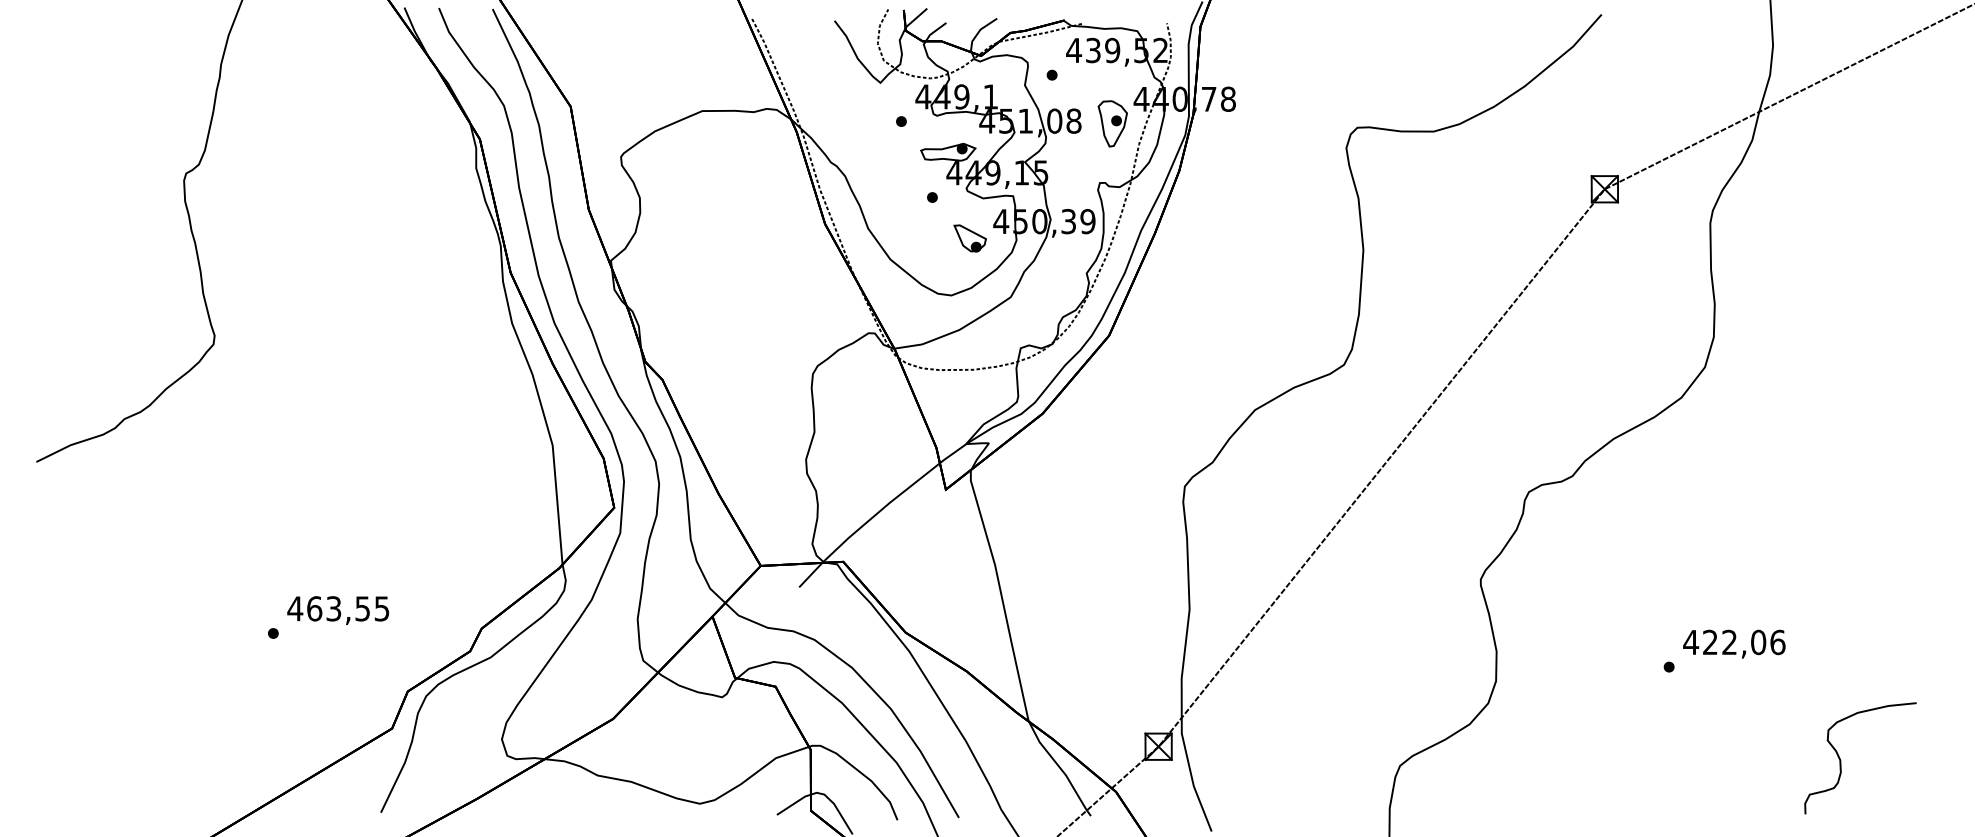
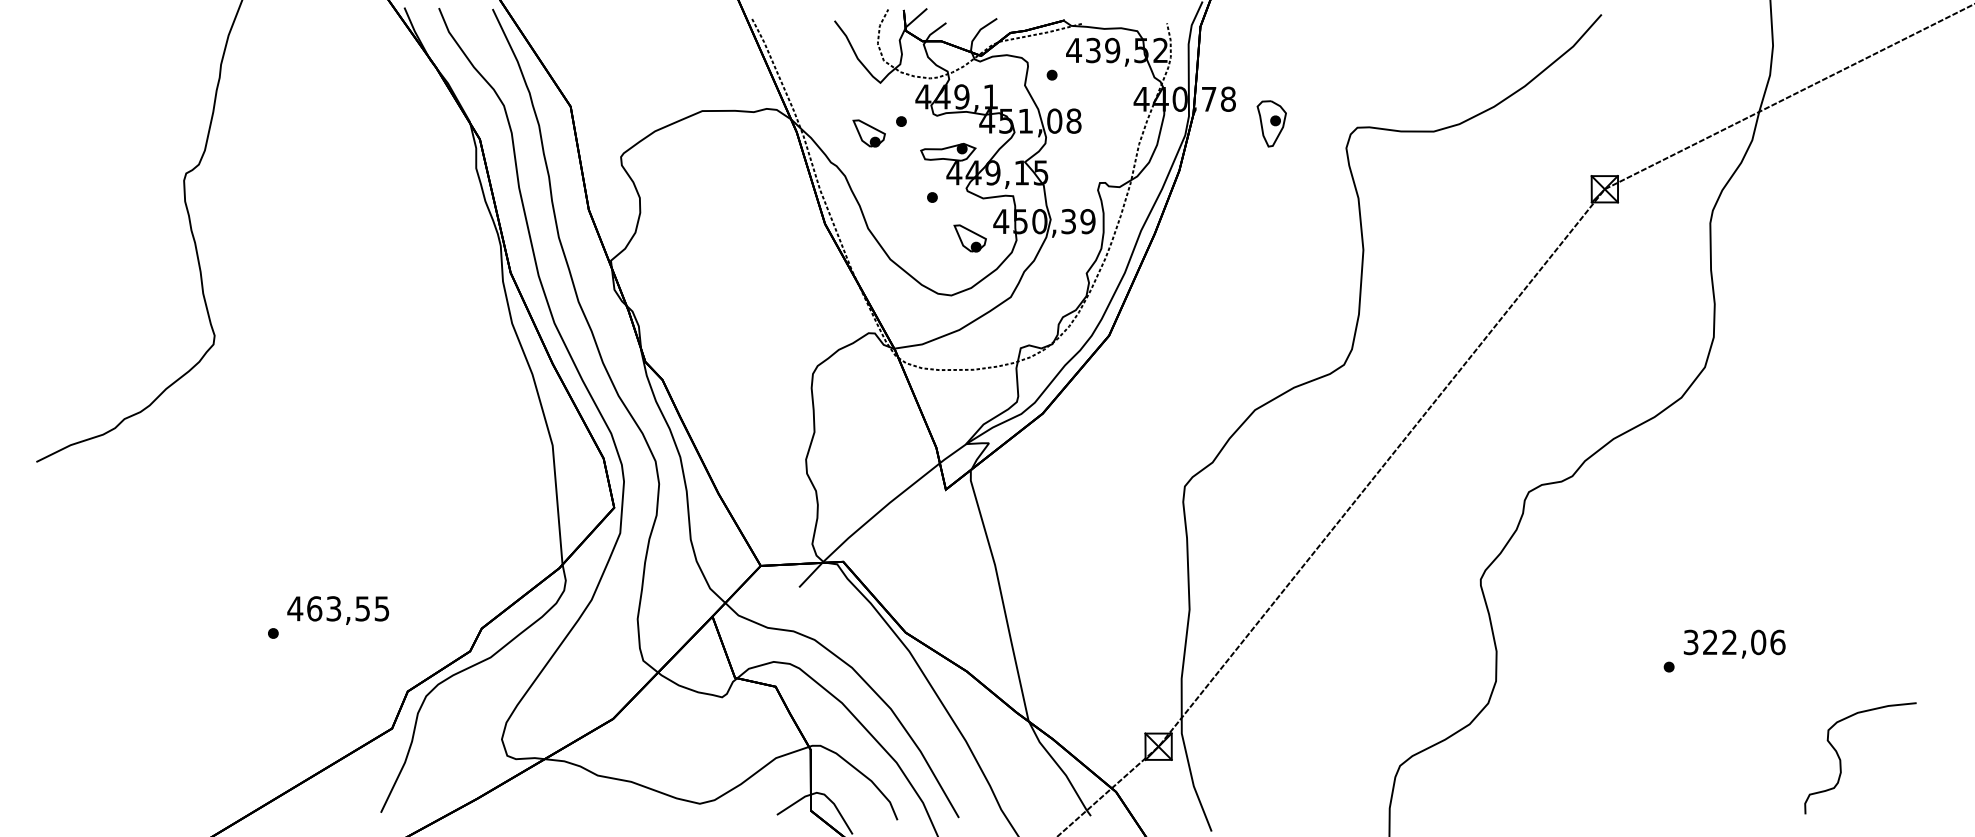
part at (1112, 123) position: (1112, 123) -> (1271, 123)
part at (868, 133): none -> present
text at (1691, 642): 422,06 -> 322,06
